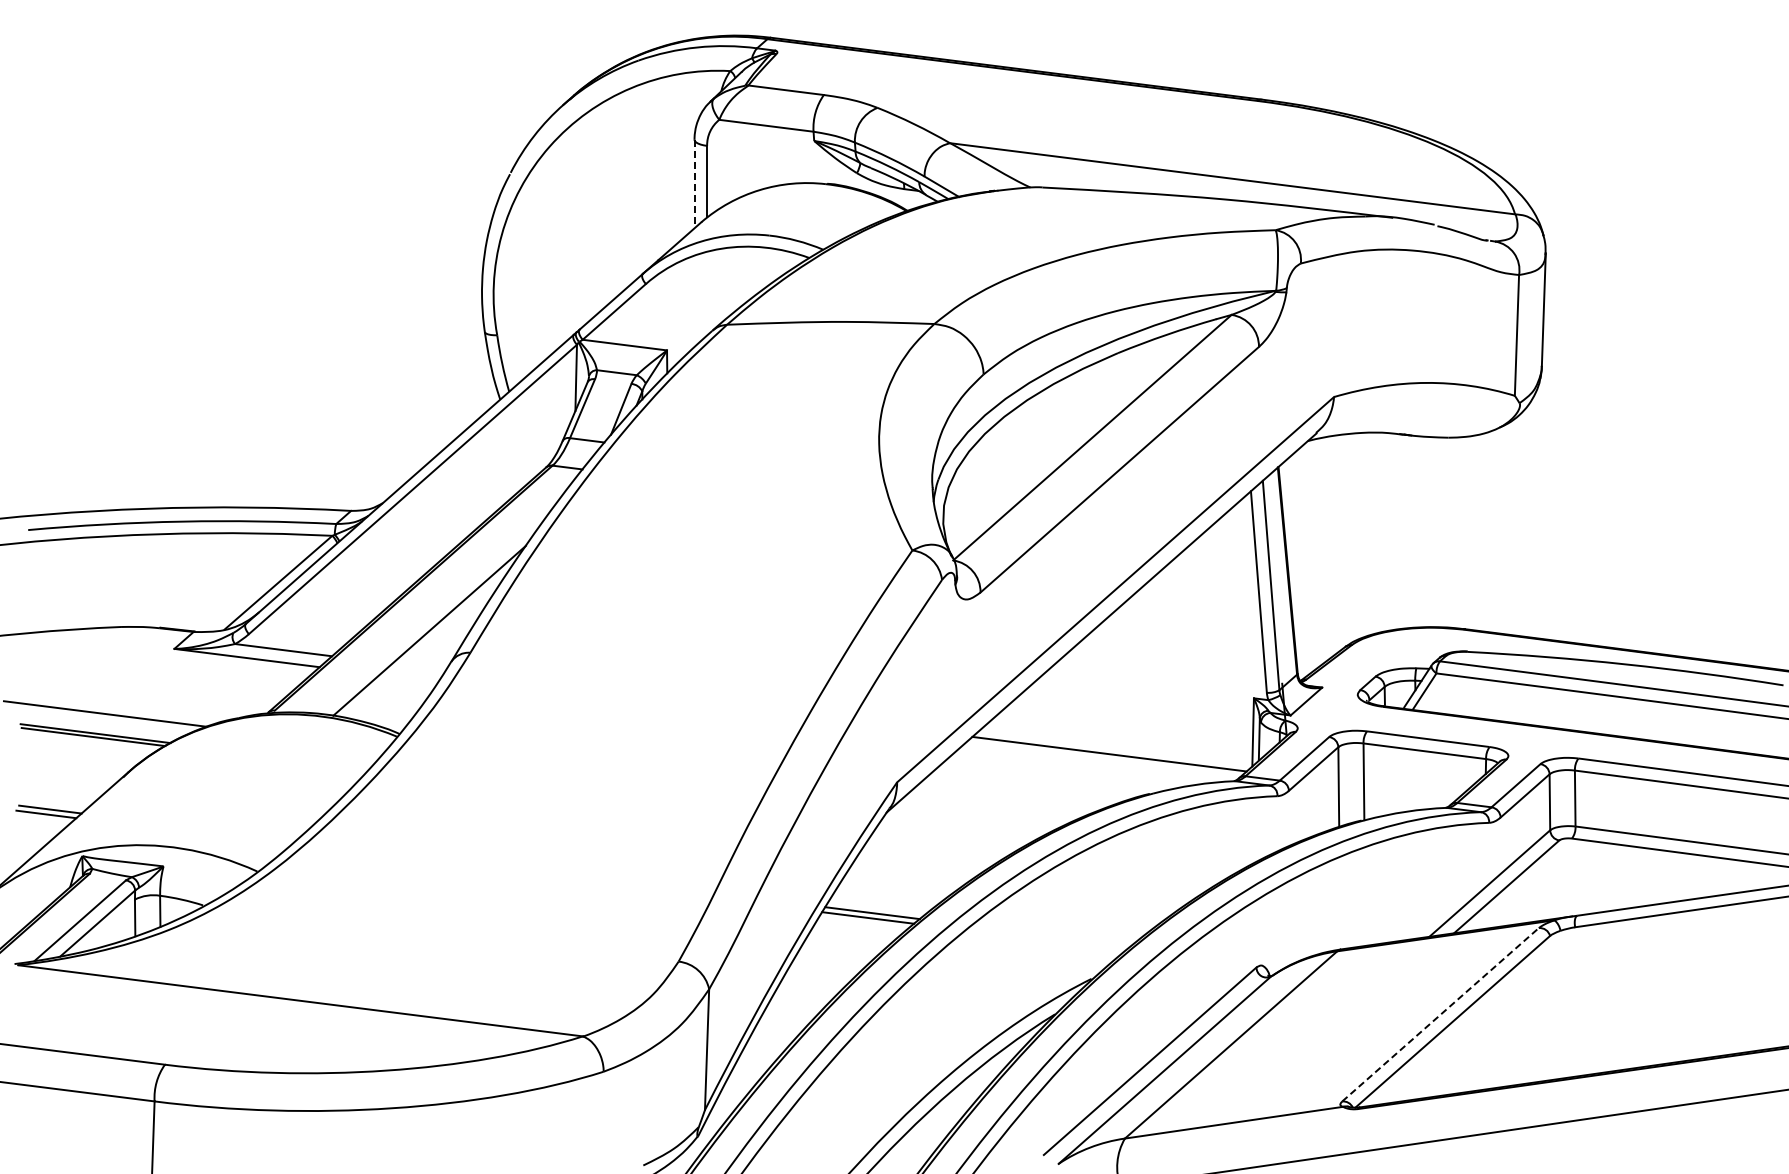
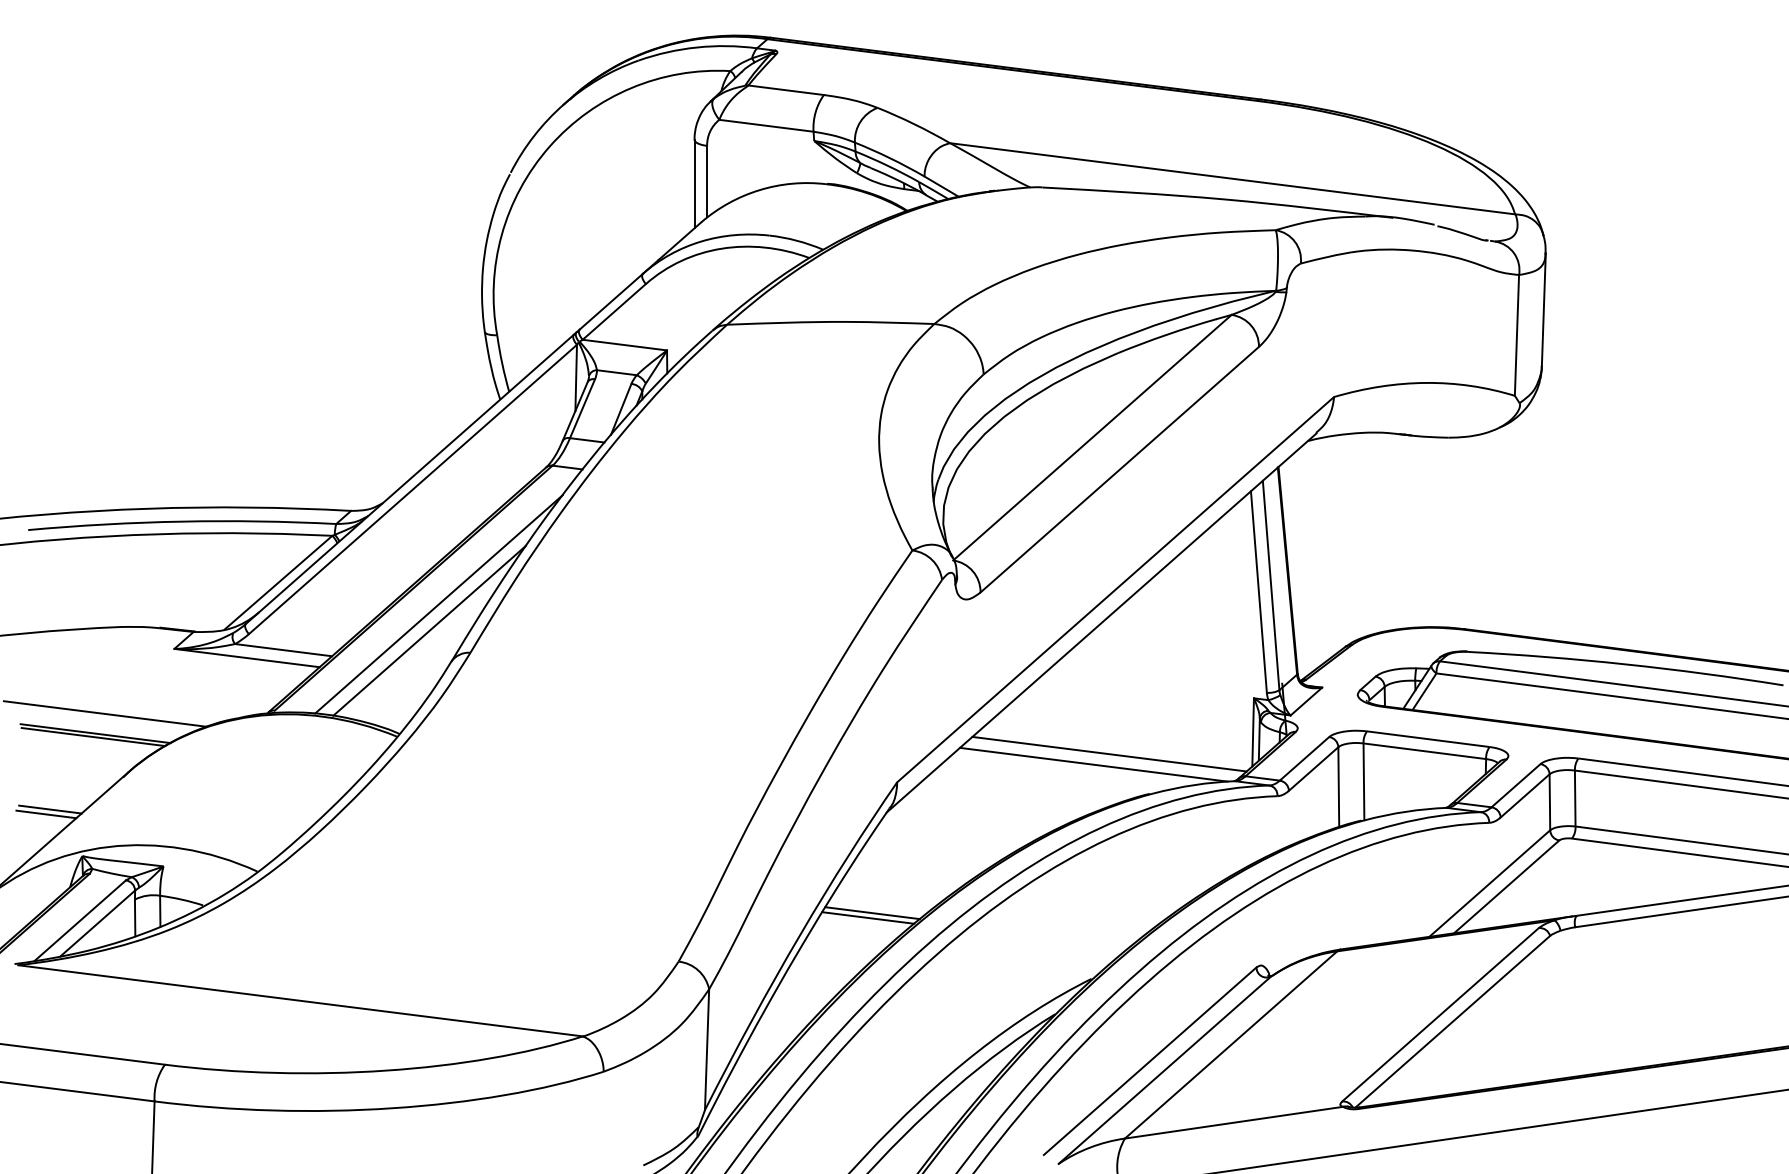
line at (694, 184): dashed -> solid
line at (438, 604): none -> present
line at (1093, 764): none -> present
line at (1440, 1014): dashed -> solid
